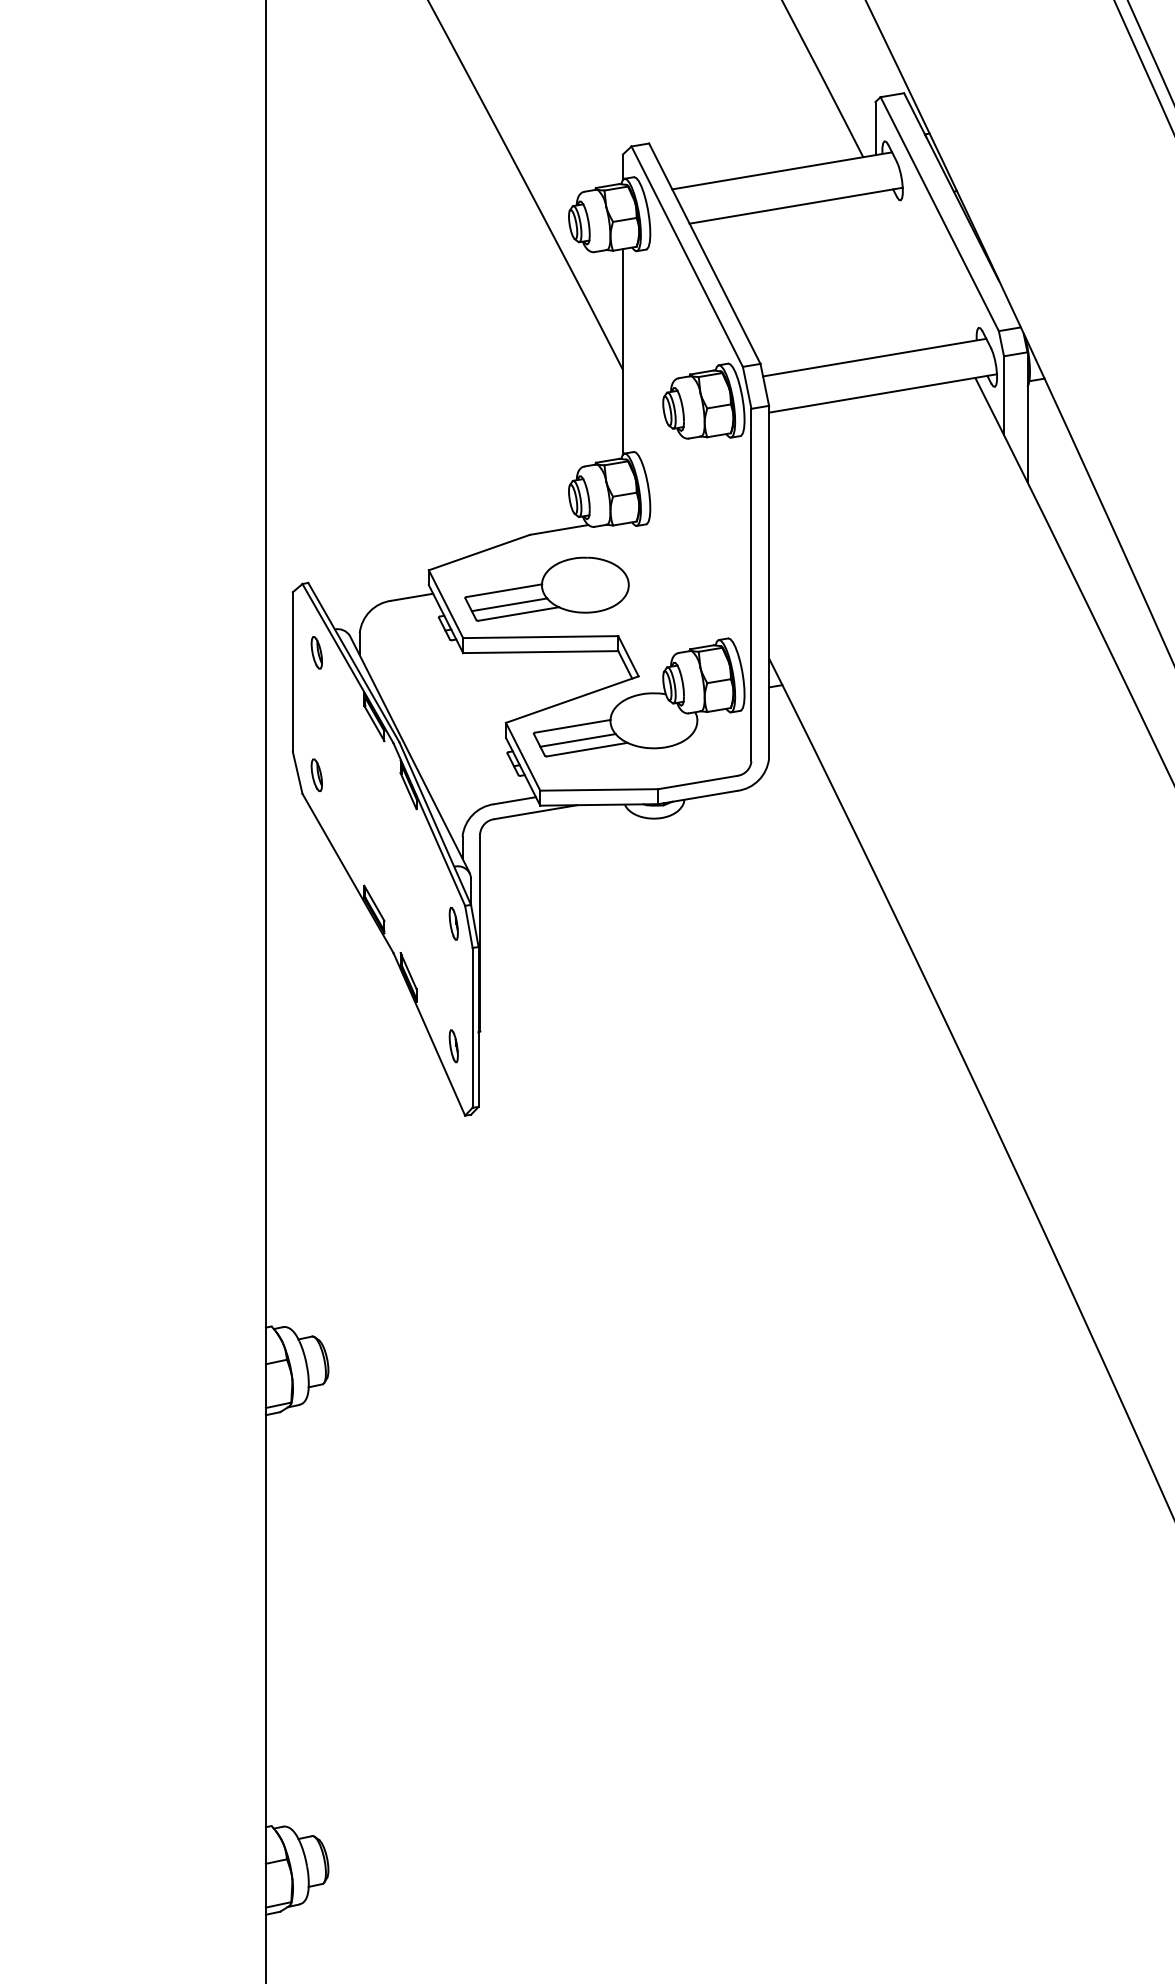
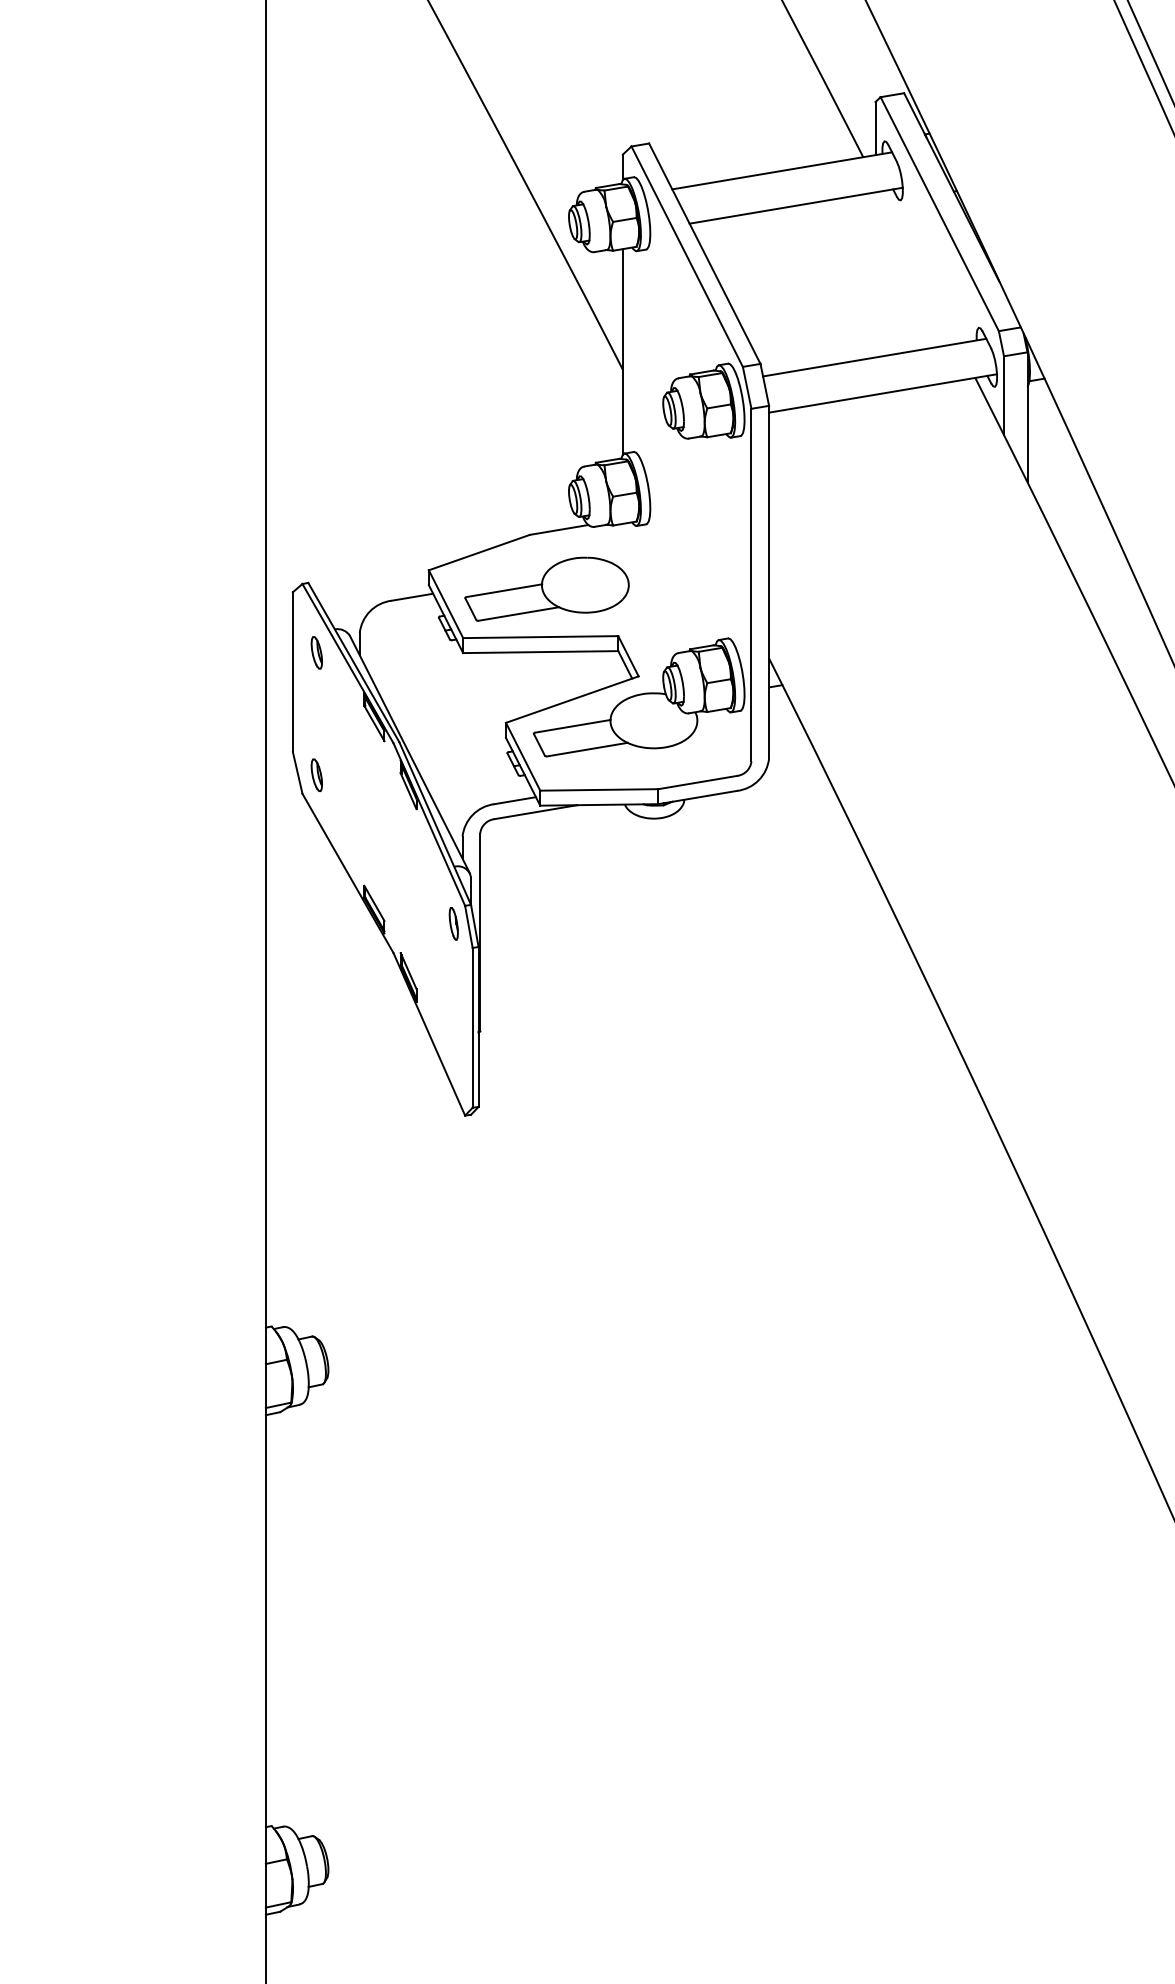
line at (509, 604): present -> none
line at (577, 740): present -> none
part at (453, 1046): present -> none
